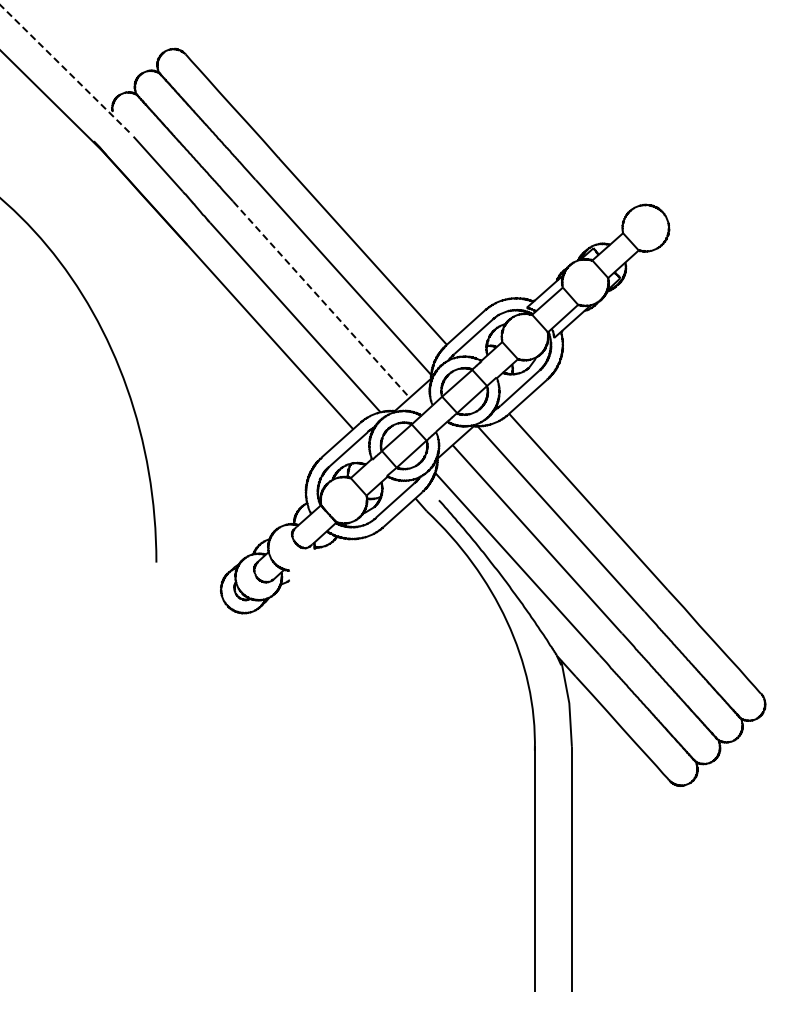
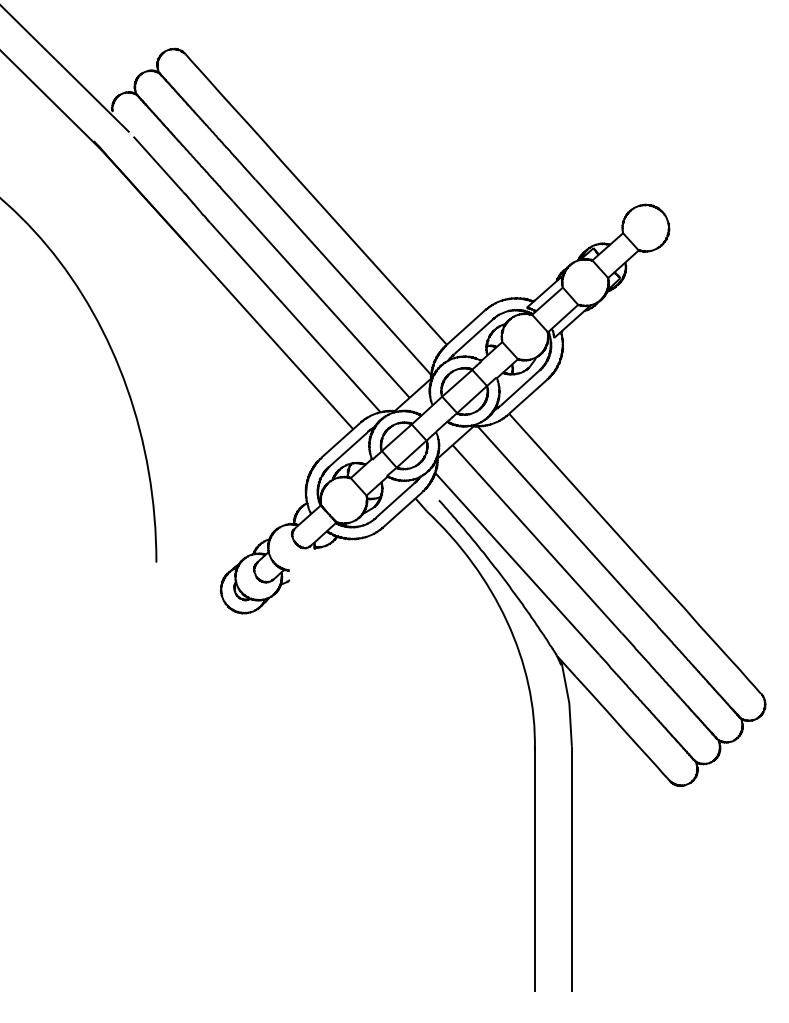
line at (64, 68): dashed -> solid
line at (321, 299): dashed -> solid
